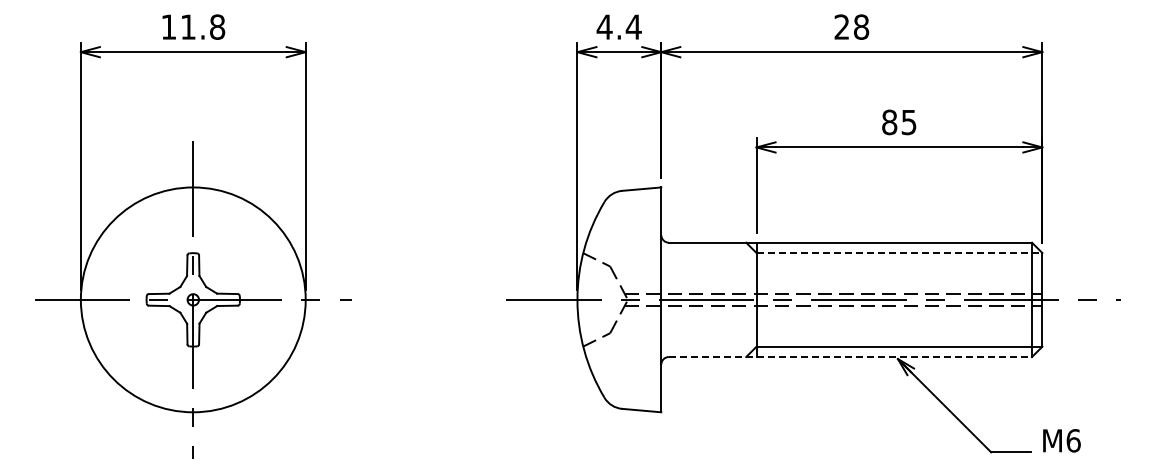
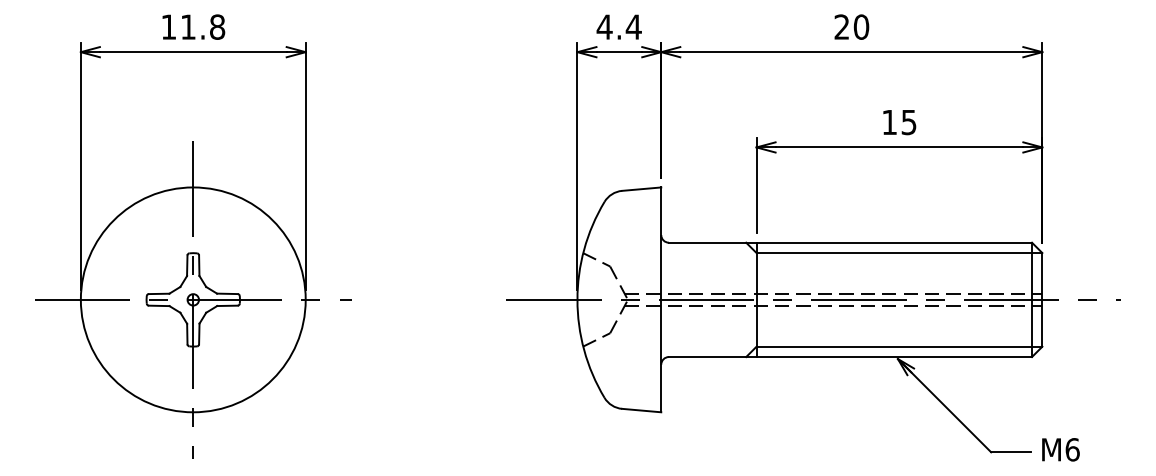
text at (861, 26): 28 -> 20
text at (889, 122): 85 -> 15
line at (899, 253): dashed -> solid
line at (850, 357): dashed -> solid
text at (1061, 440) position: (1061, 440) -> (1060, 449)
